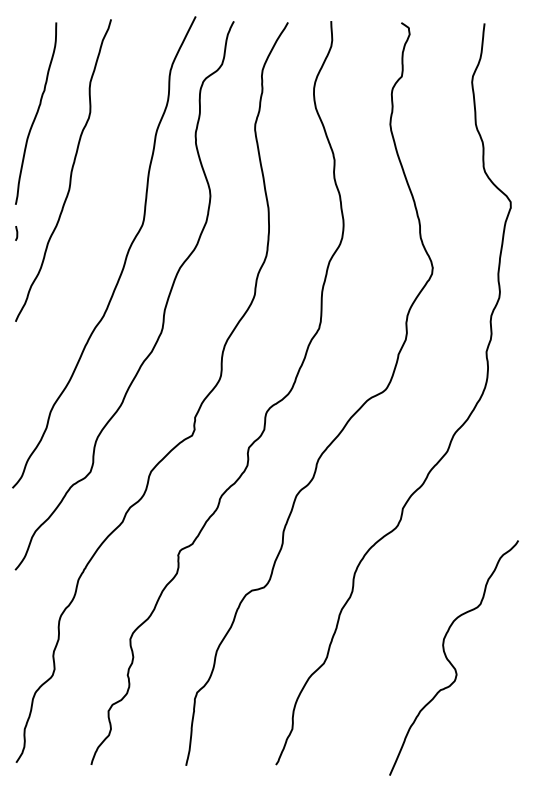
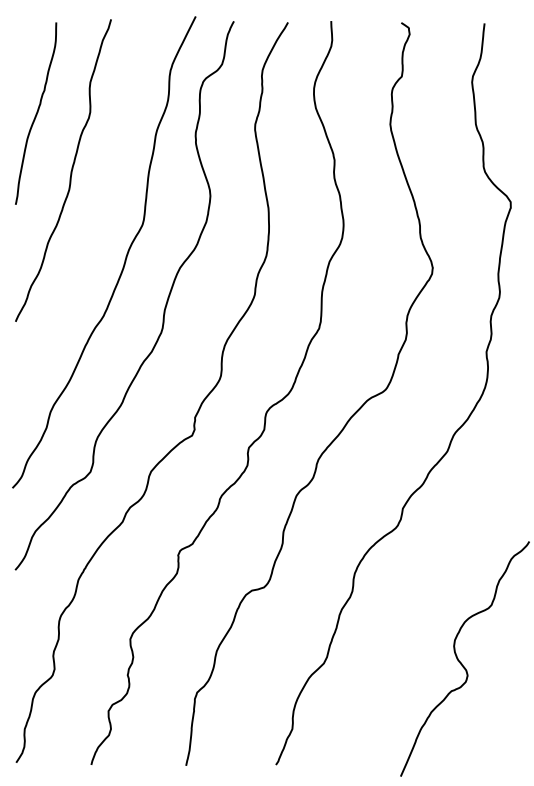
curve at (16, 233): present -> none
curve at (449, 660) position: (449, 660) -> (460, 661)
